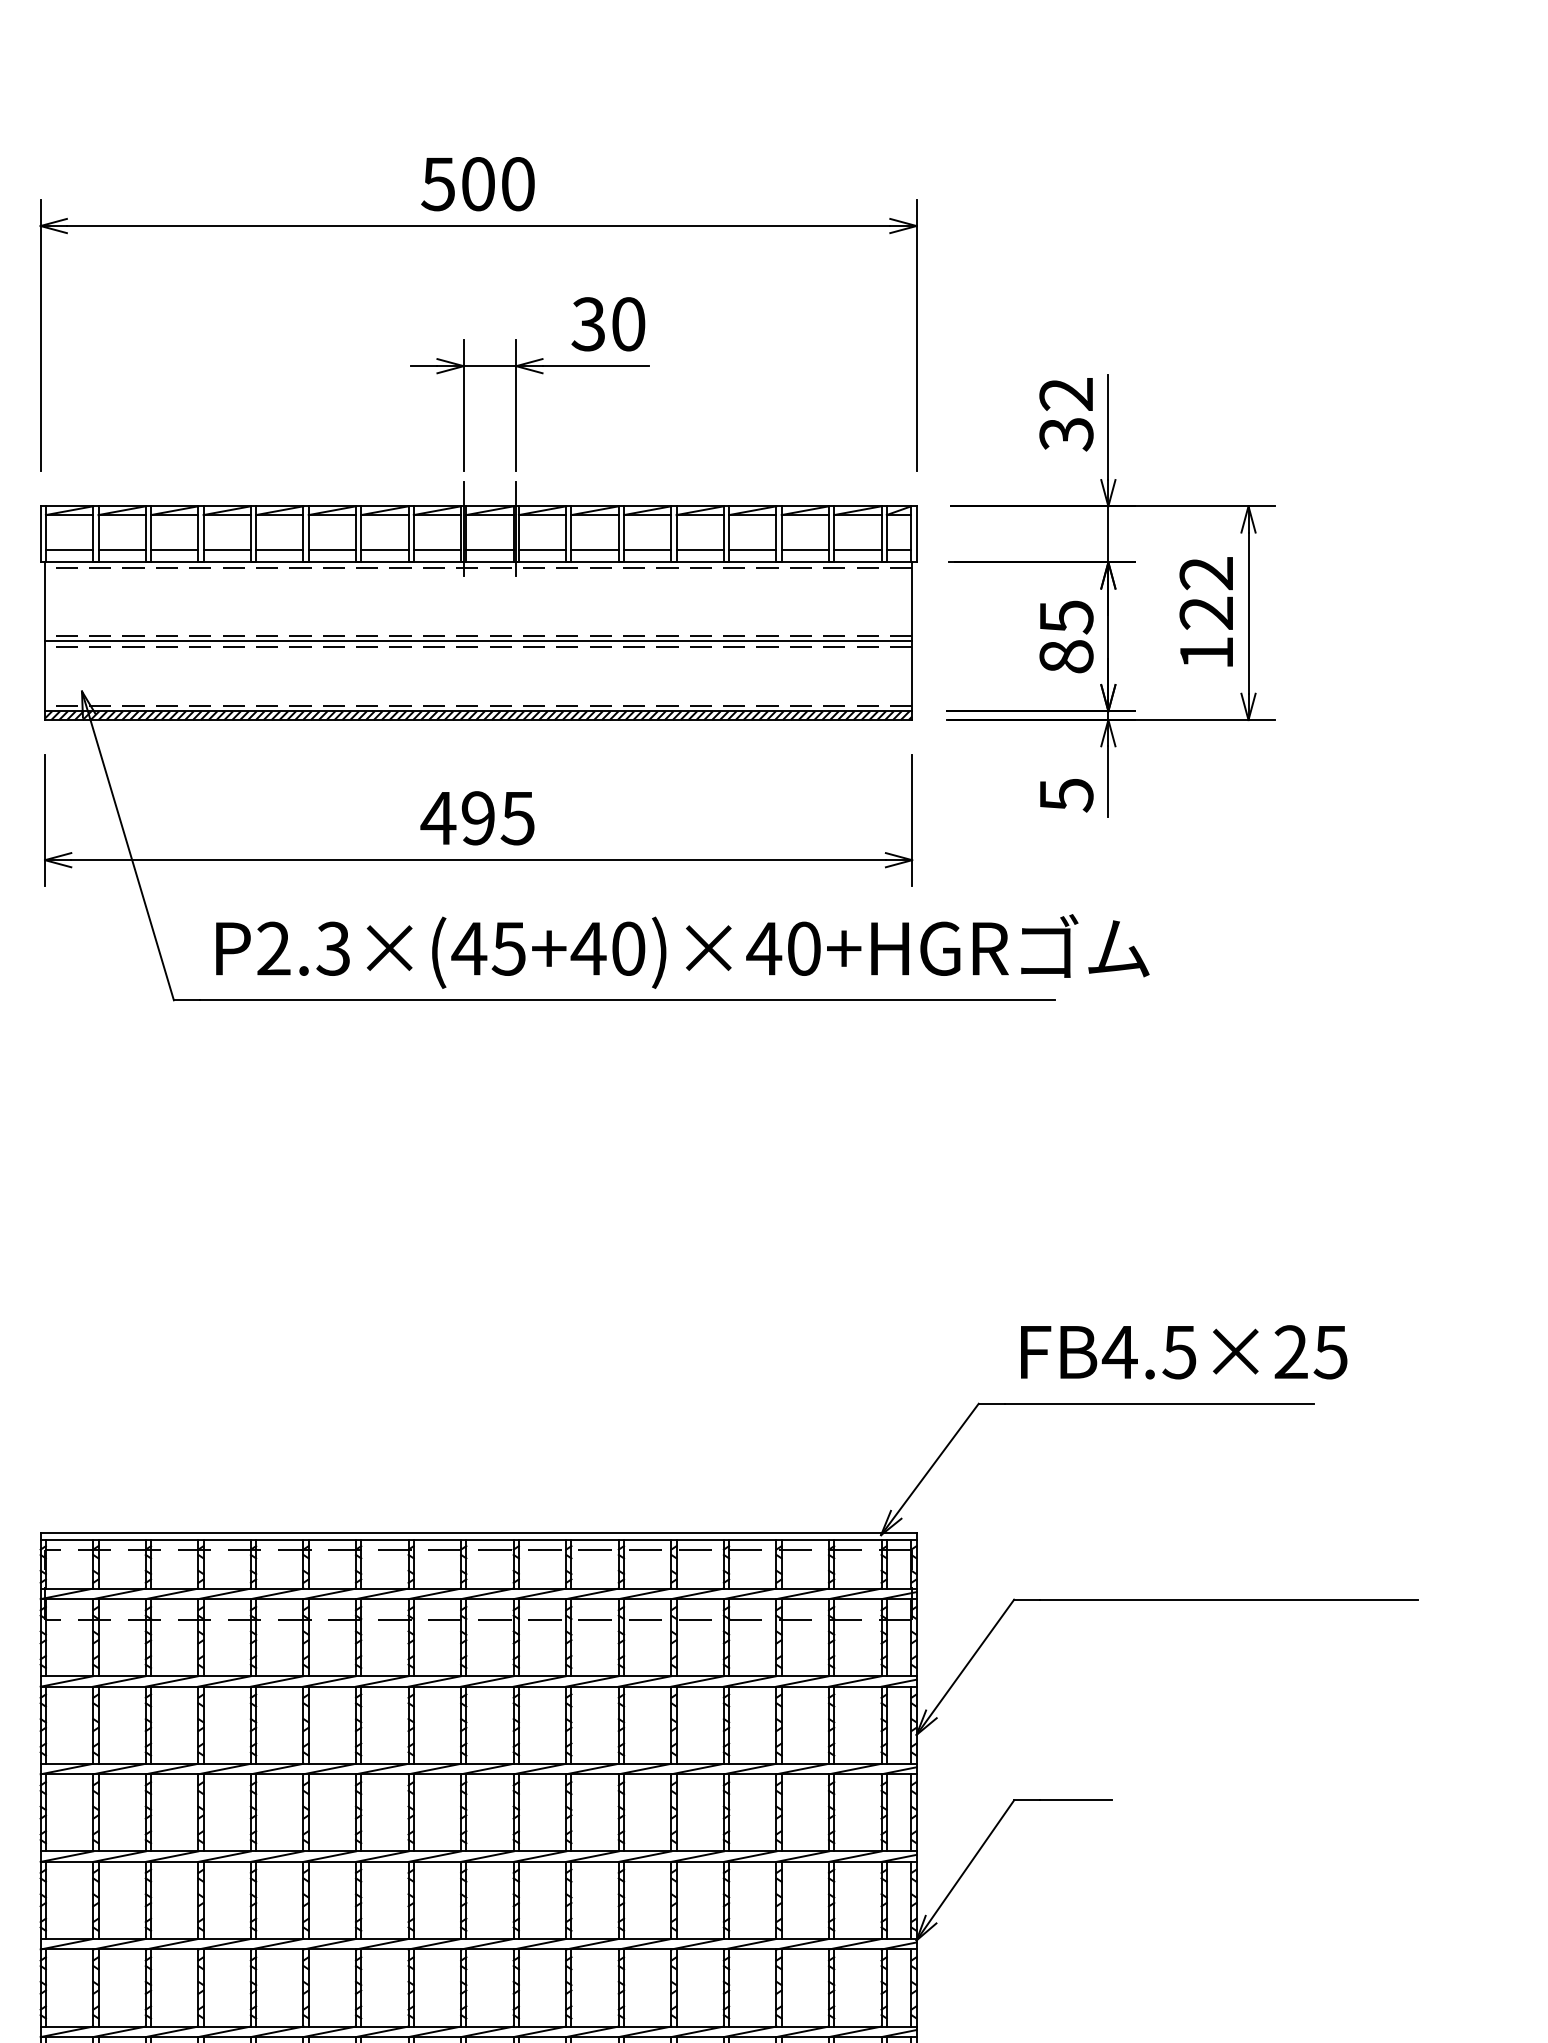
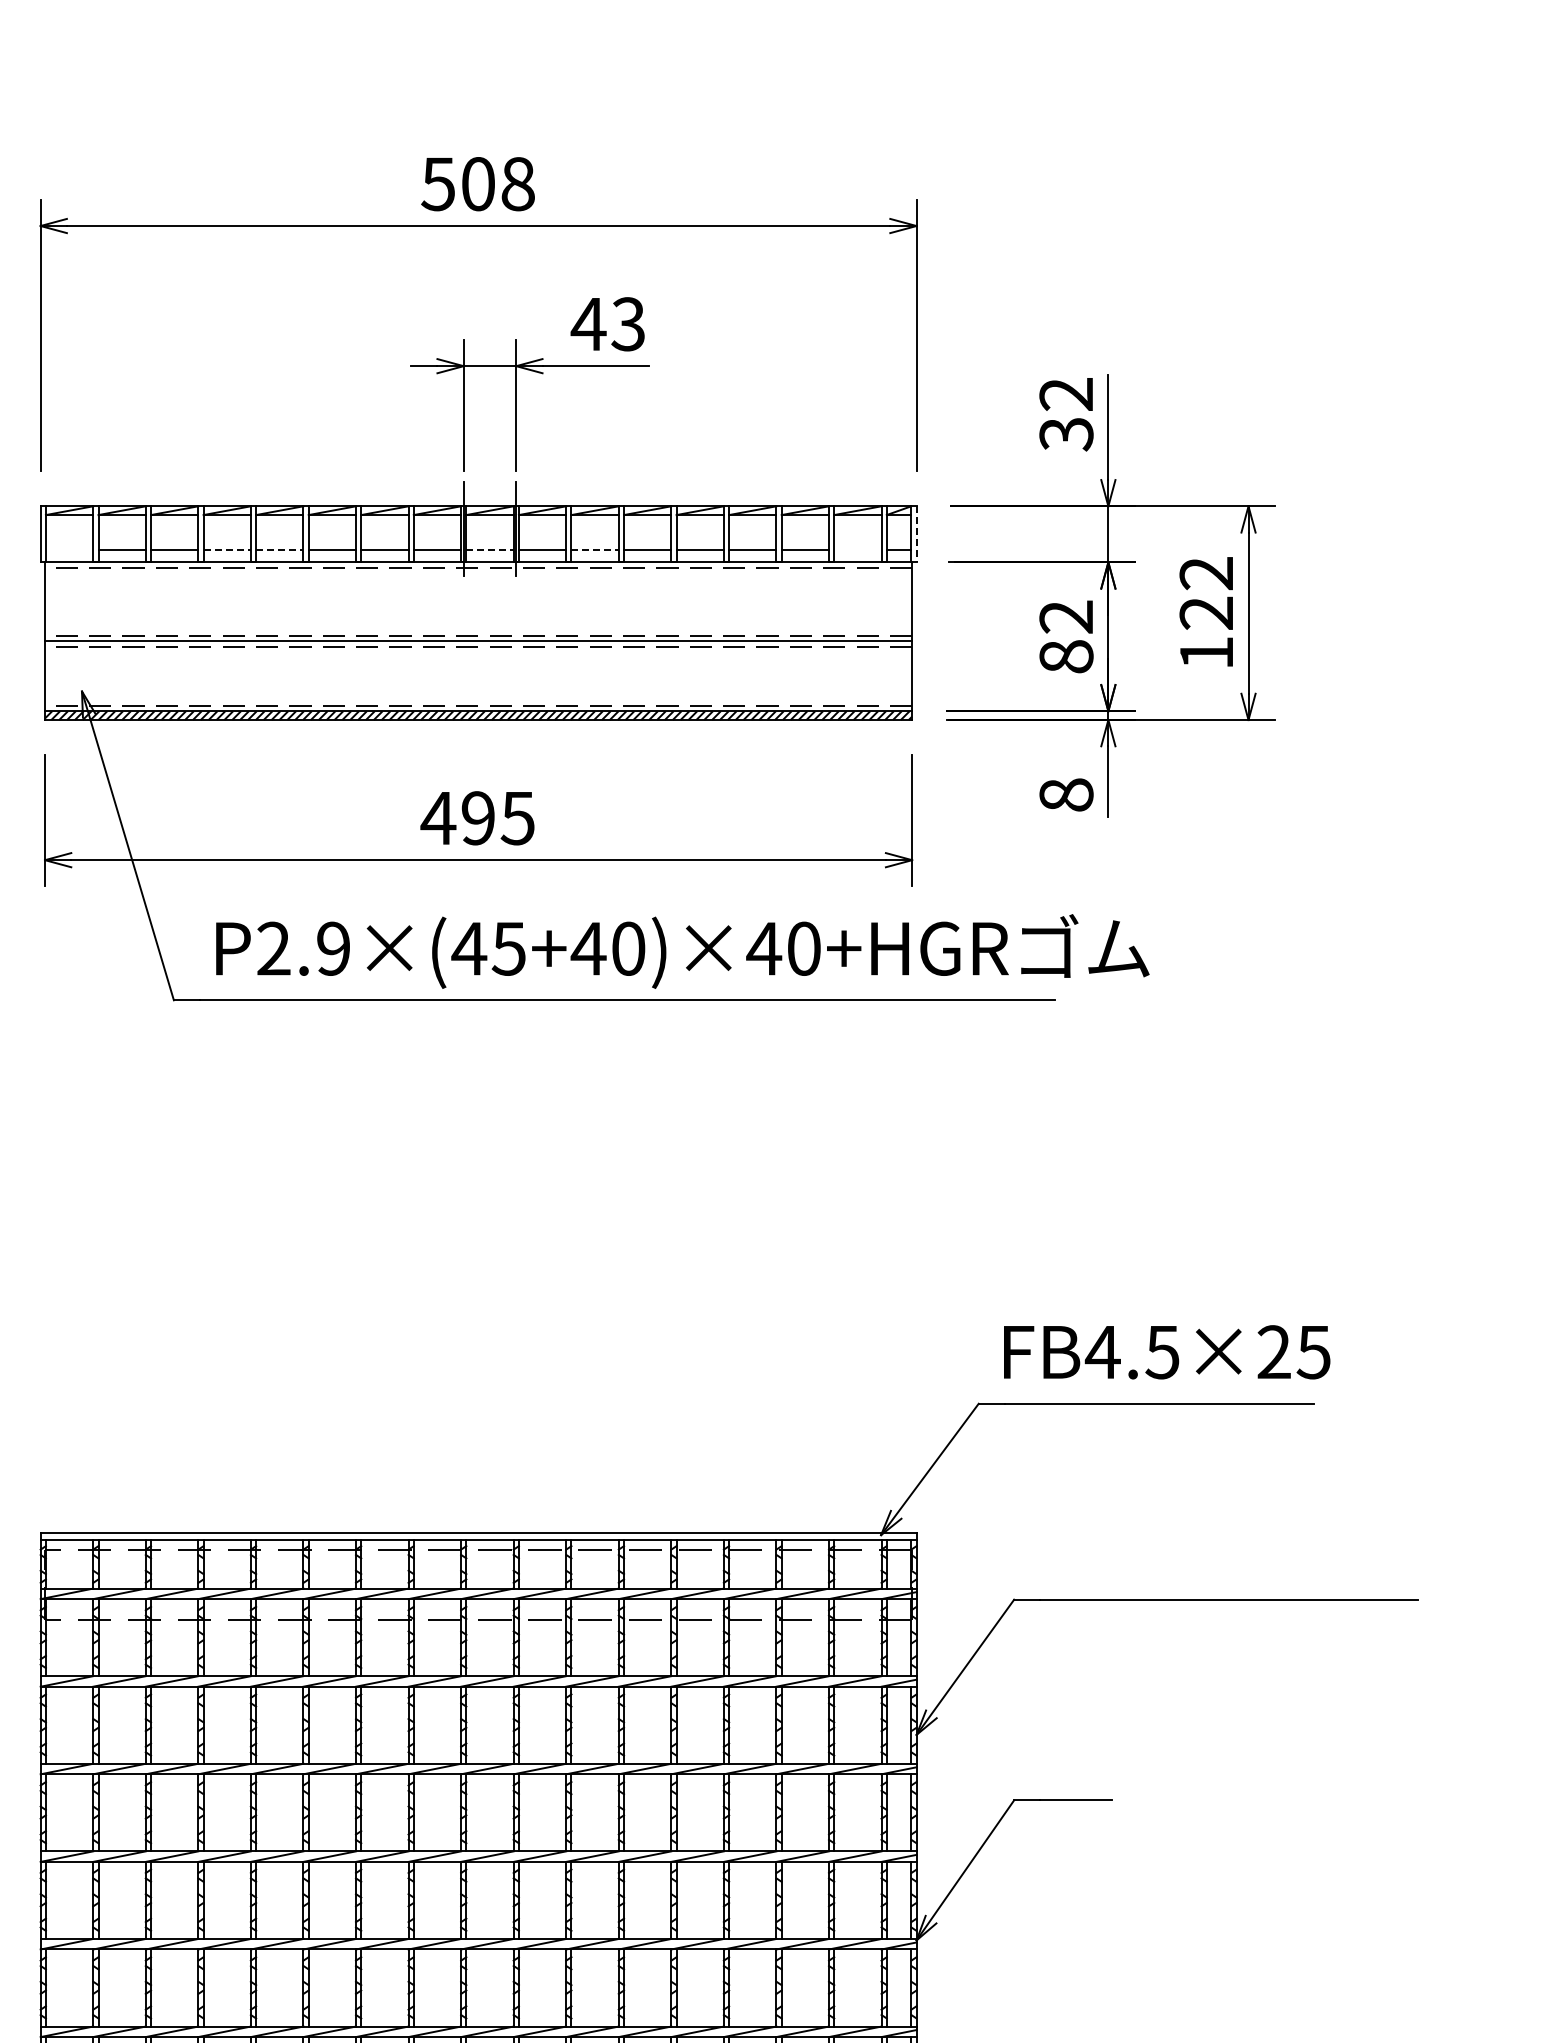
text at (517, 184): 500 -> 508
text at (607, 324): 30 -> 43
line at (916, 534): solid -> dashed
line at (69, 550): present -> none
line at (227, 550): solid -> dashed
line at (279, 550): solid -> dashed
line at (490, 550): solid -> dashed
line at (595, 550): solid -> dashed
line at (857, 550): present -> none
text at (1066, 617): 85 -> 82
text at (1066, 795): 5 -> 8
text at (332, 948): P2.3×(45+40)×40+HGR -> P2.9×(45+40)×40+HGR
text at (1184, 1352) position: (1184, 1352) -> (1167, 1352)
